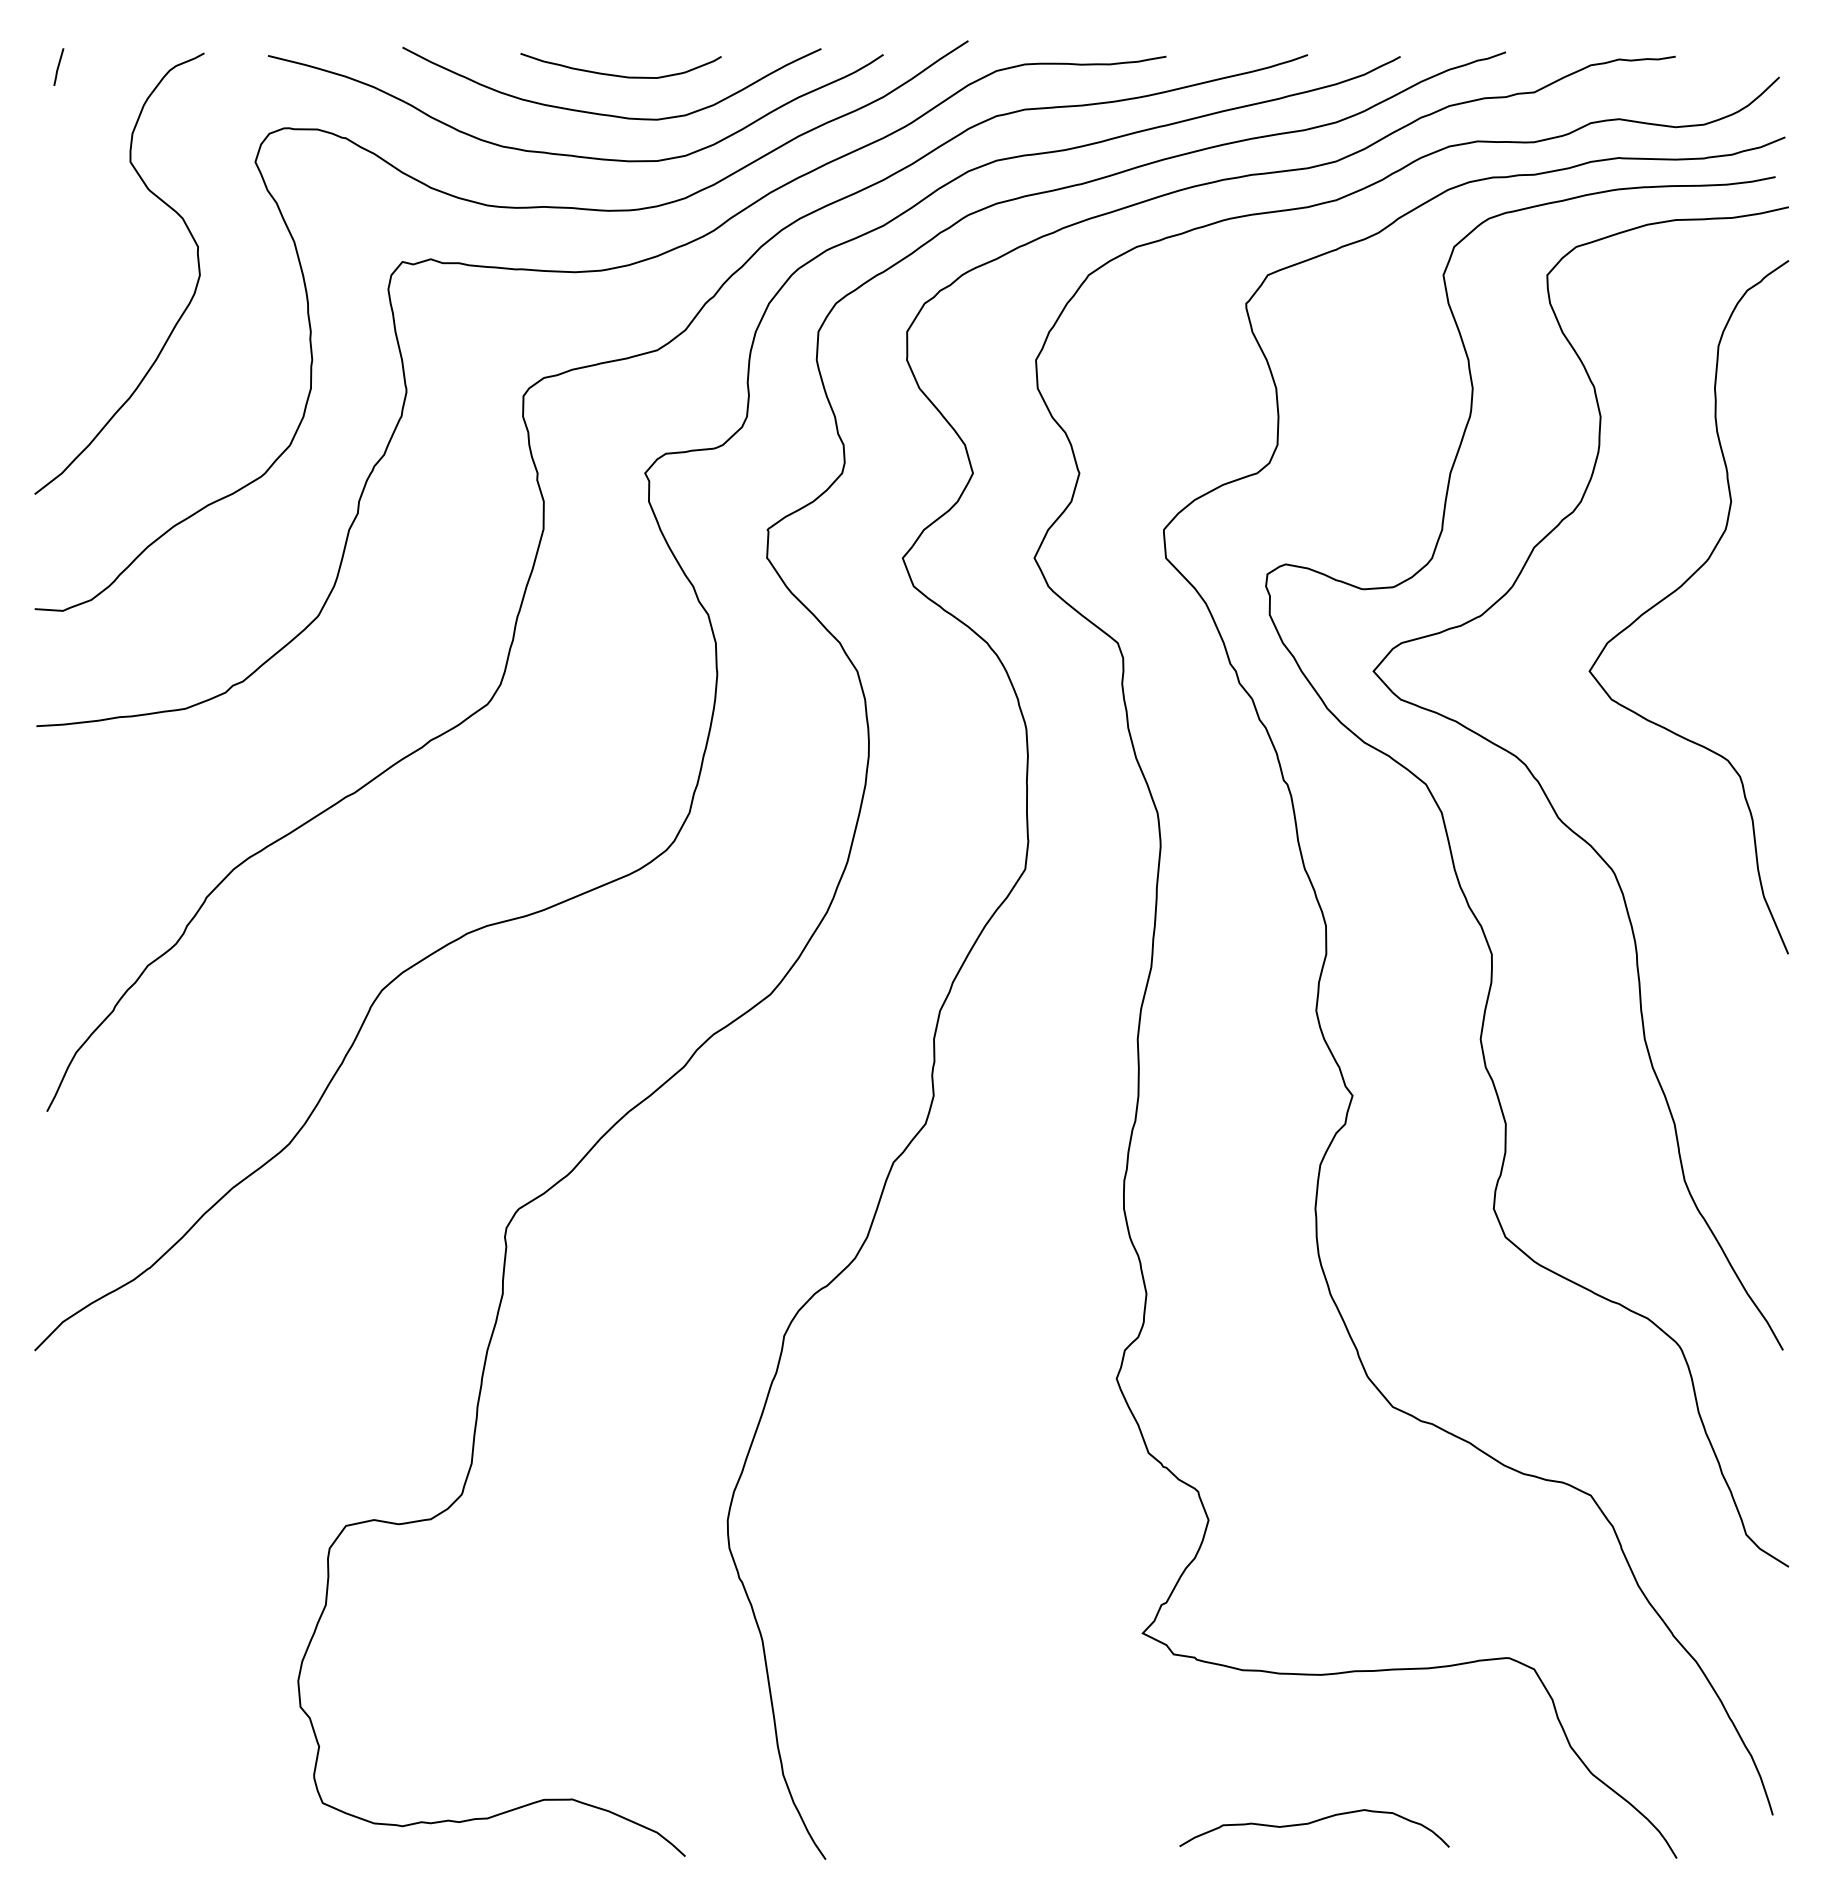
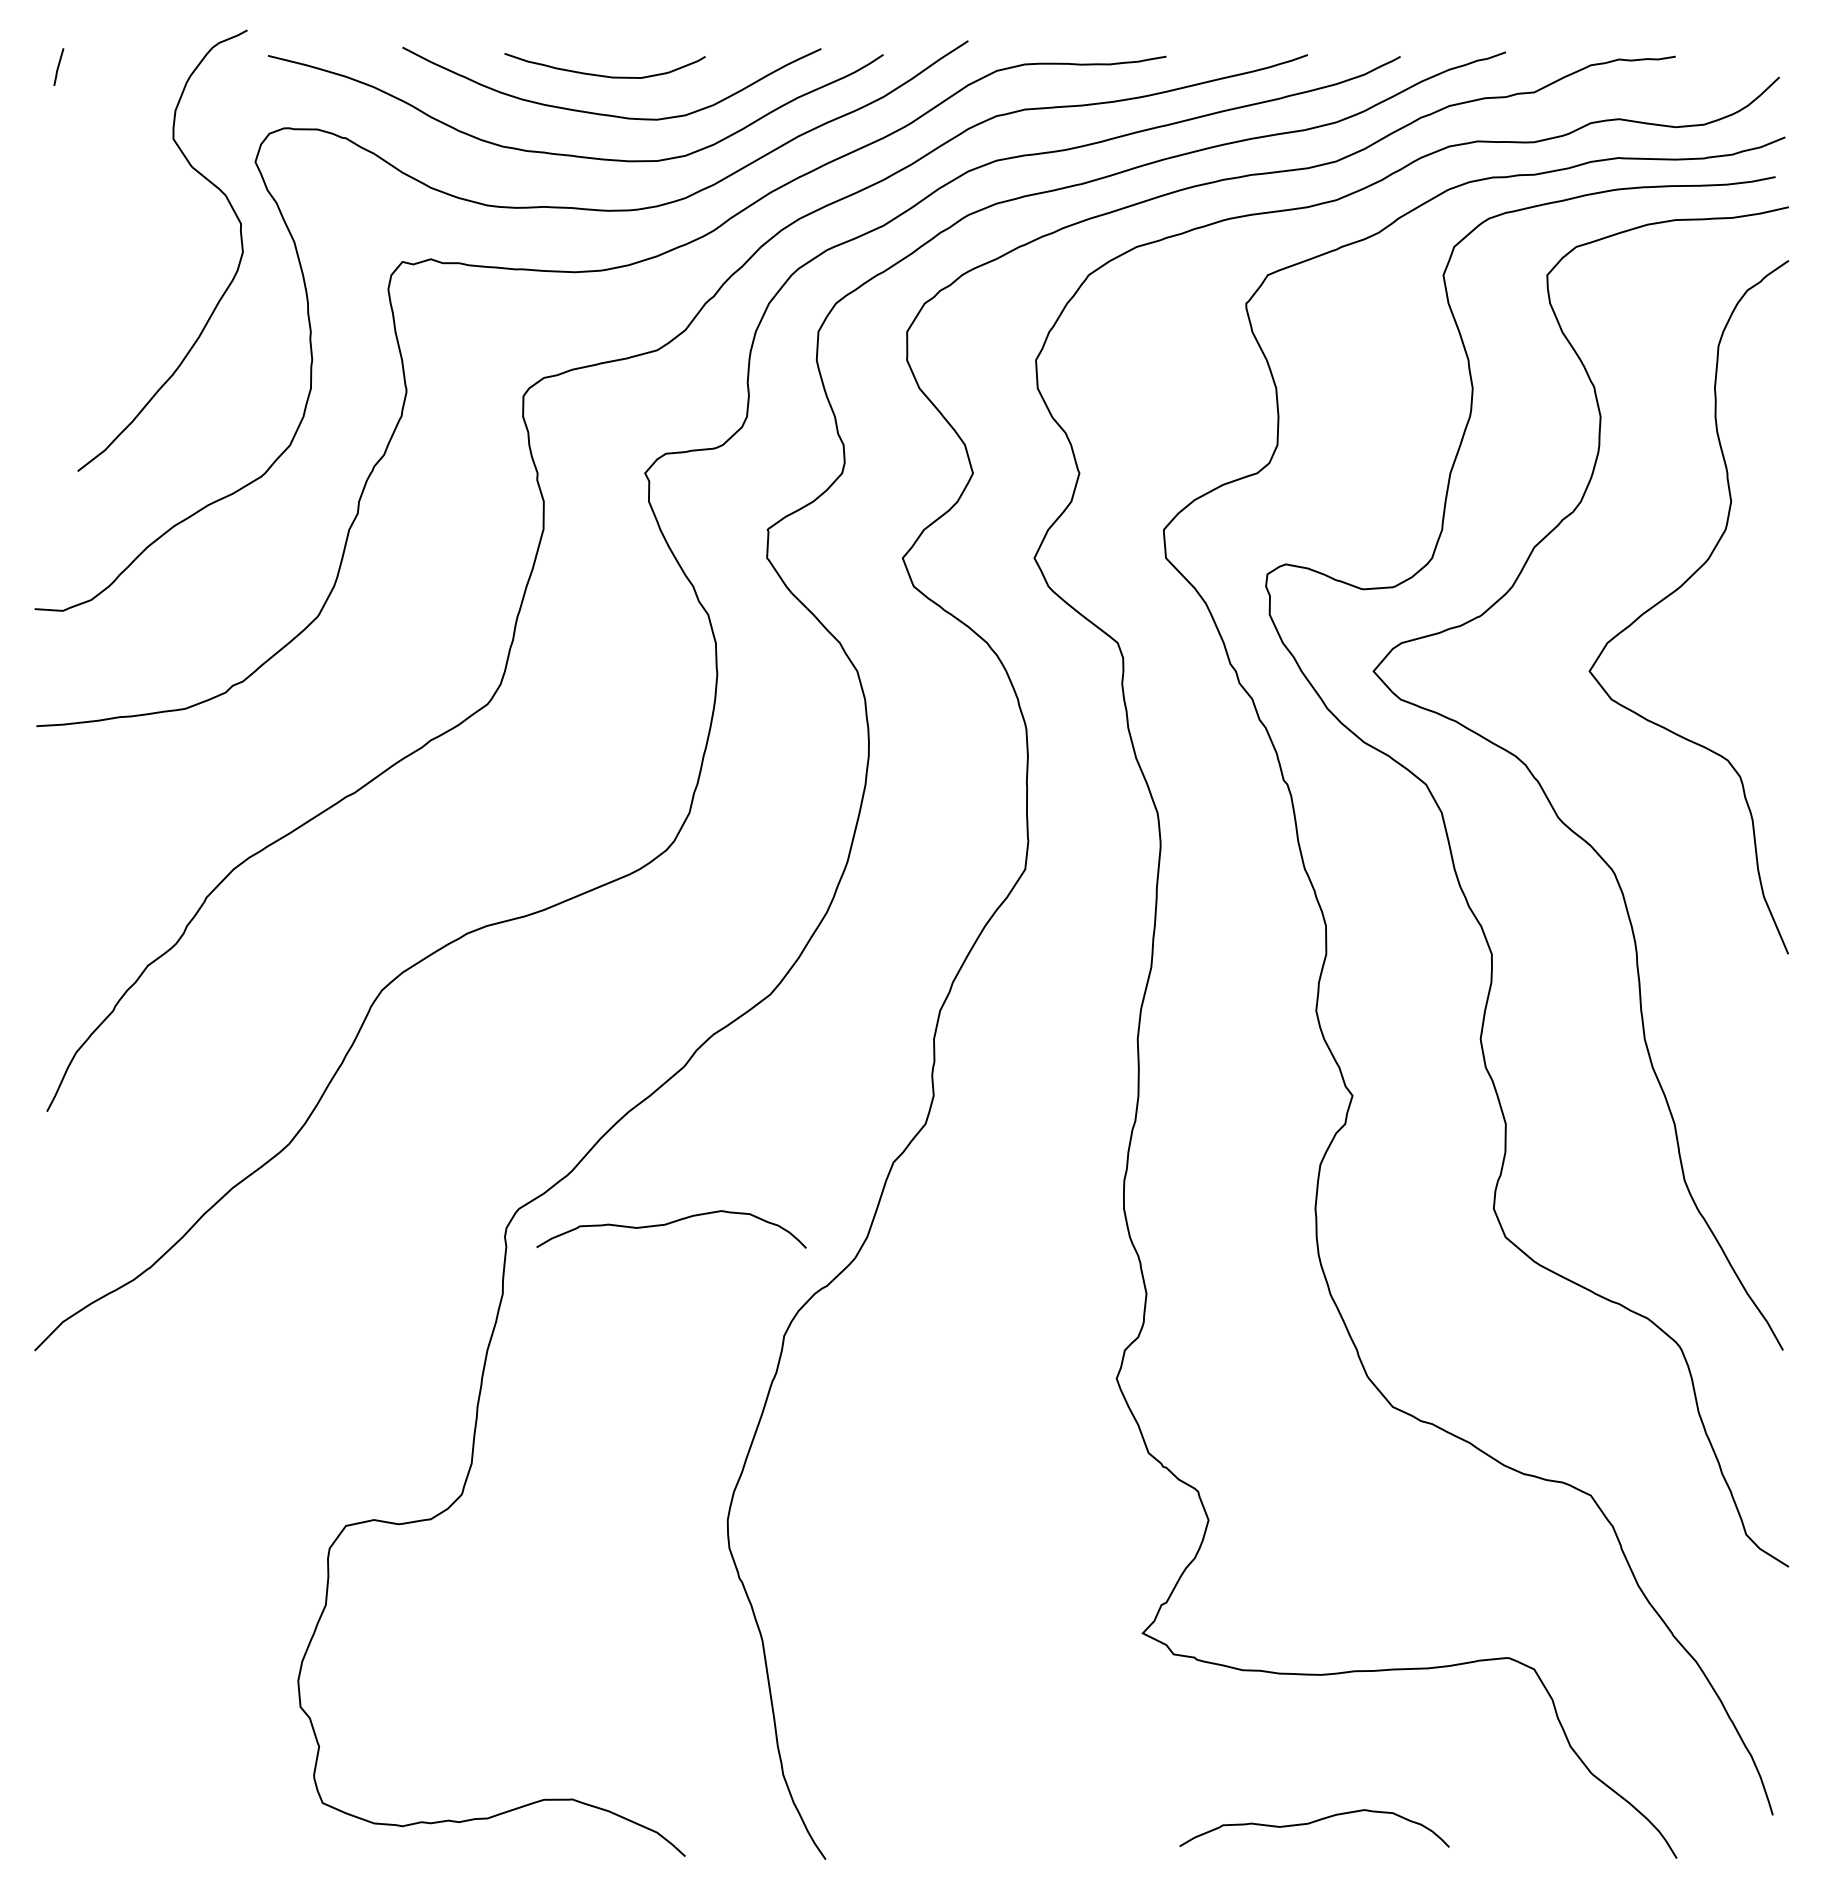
curve at (620, 75) position: (620, 75) -> (604, 75)
curve at (180, 315) position: (180, 315) -> (223, 292)
curve at (669, 1224): none -> present
